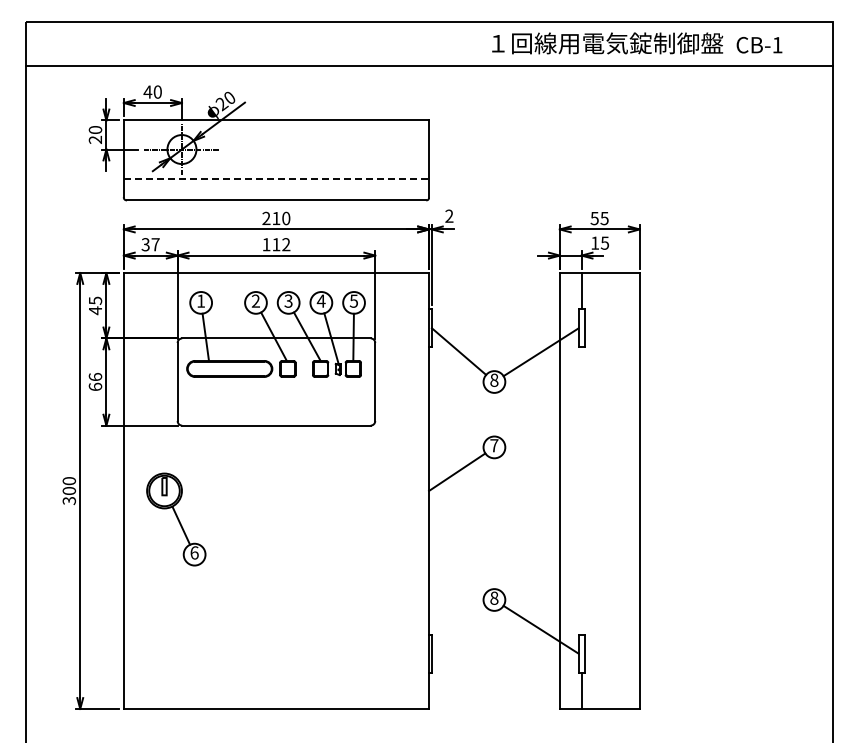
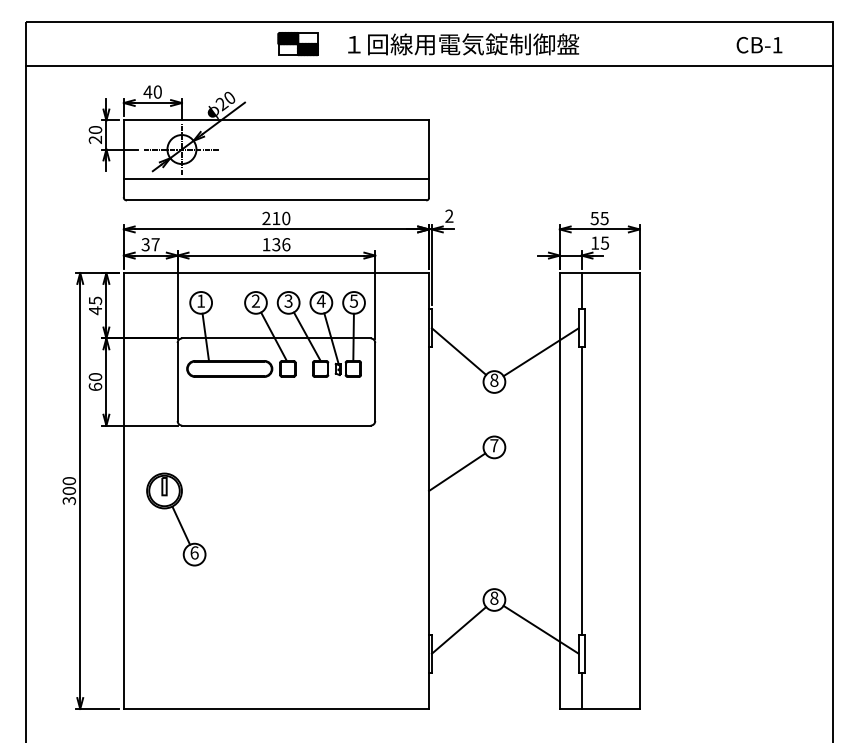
text at (607, 43) position: (607, 43) -> (463, 44)
part at (297, 44): none -> present
line at (276, 178): dashed -> solid
text at (281, 244): 112 -> 136
text at (94, 377): 66 -> 60
line at (581, 490): none -> present
line at (458, 630): none -> present
